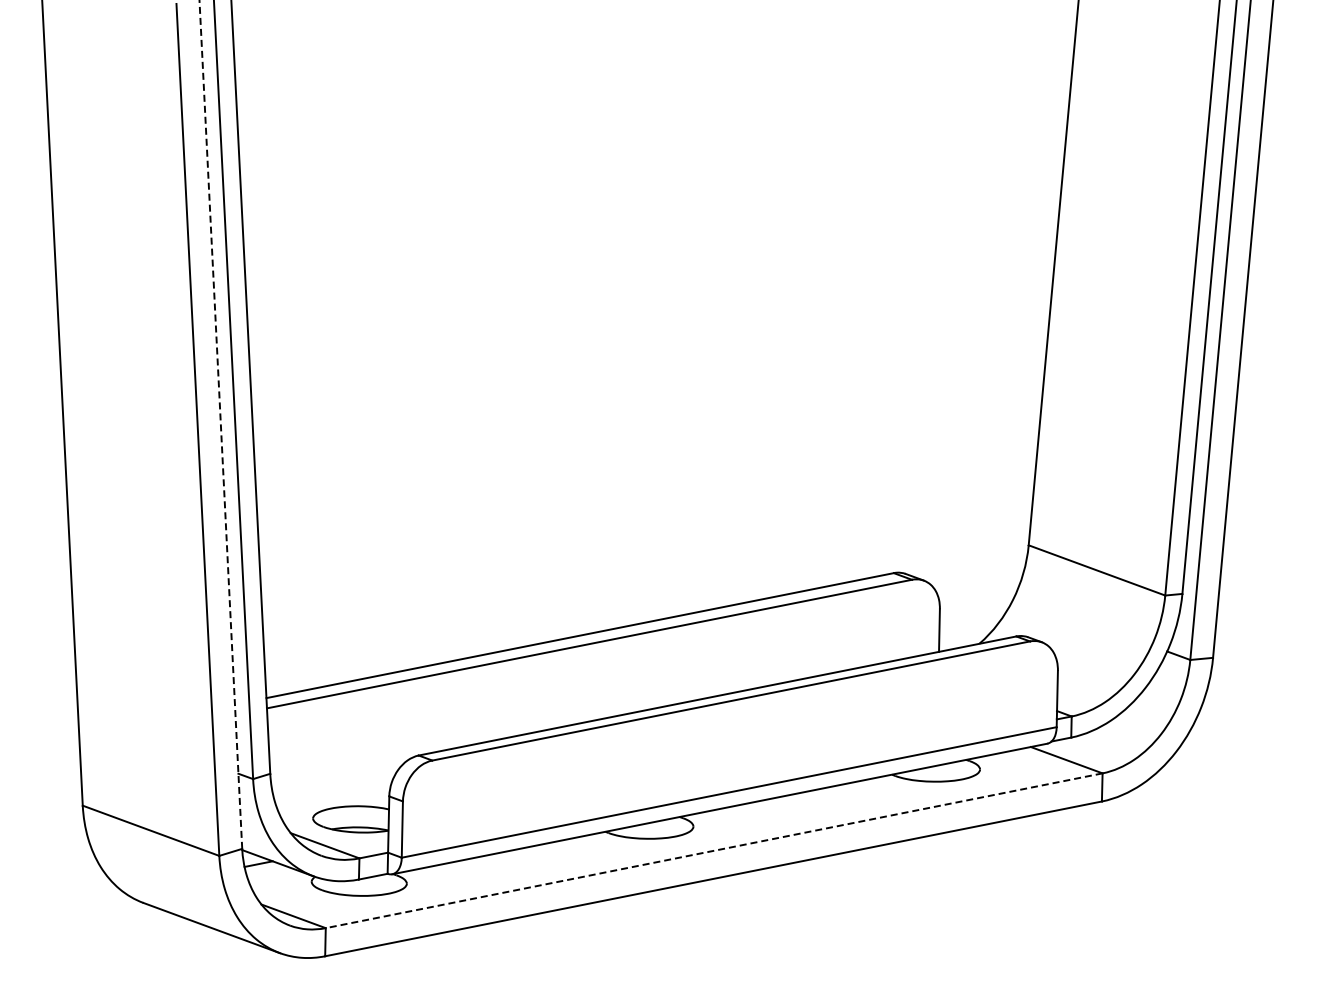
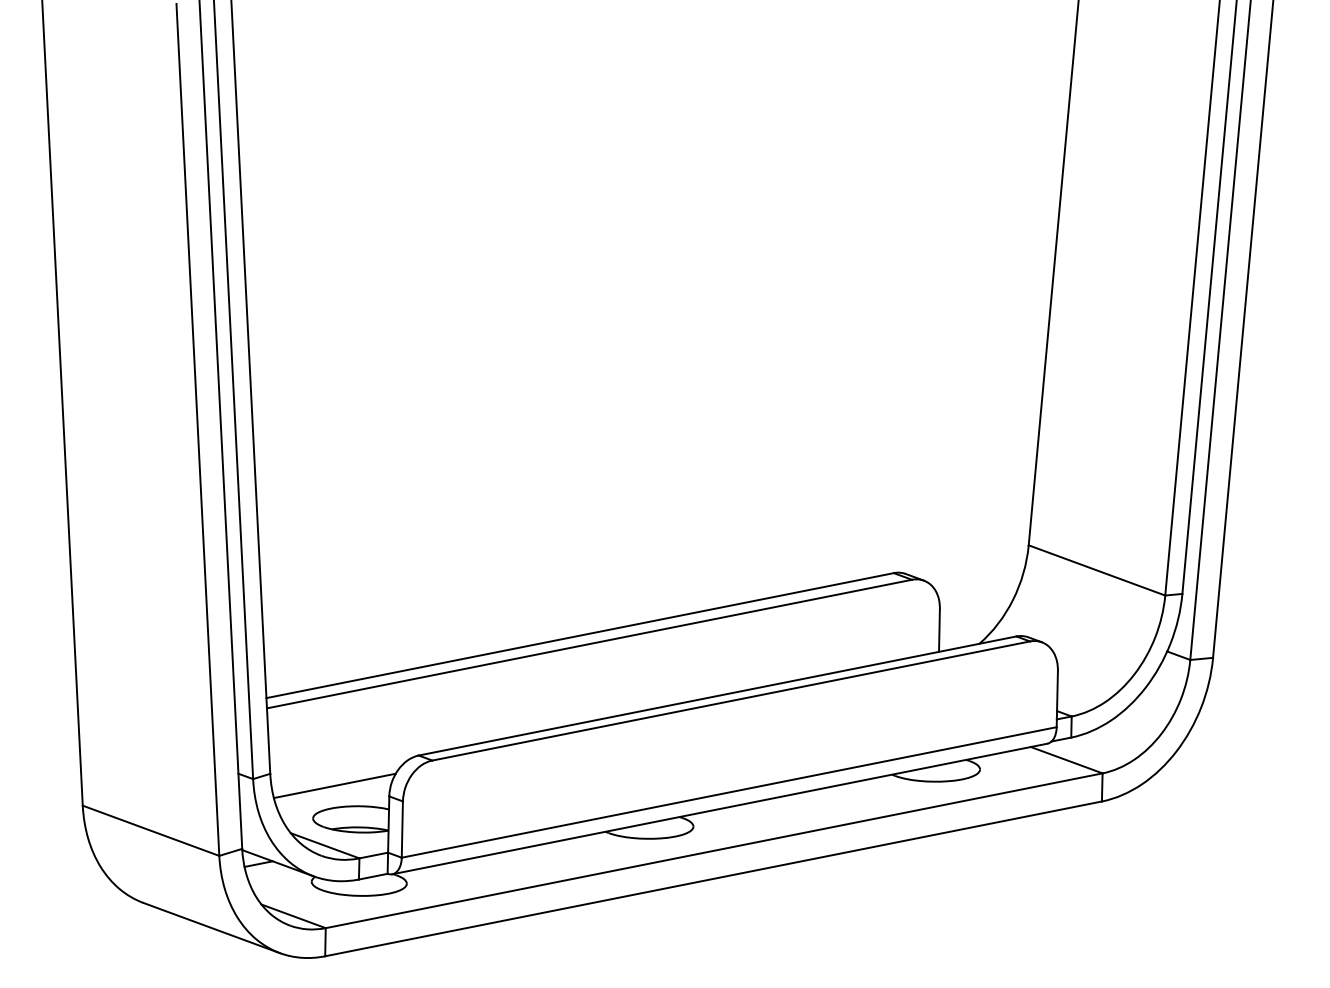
line at (220, 424): dashed -> solid
line at (334, 785): none -> present
line at (713, 850): dashed -> solid
